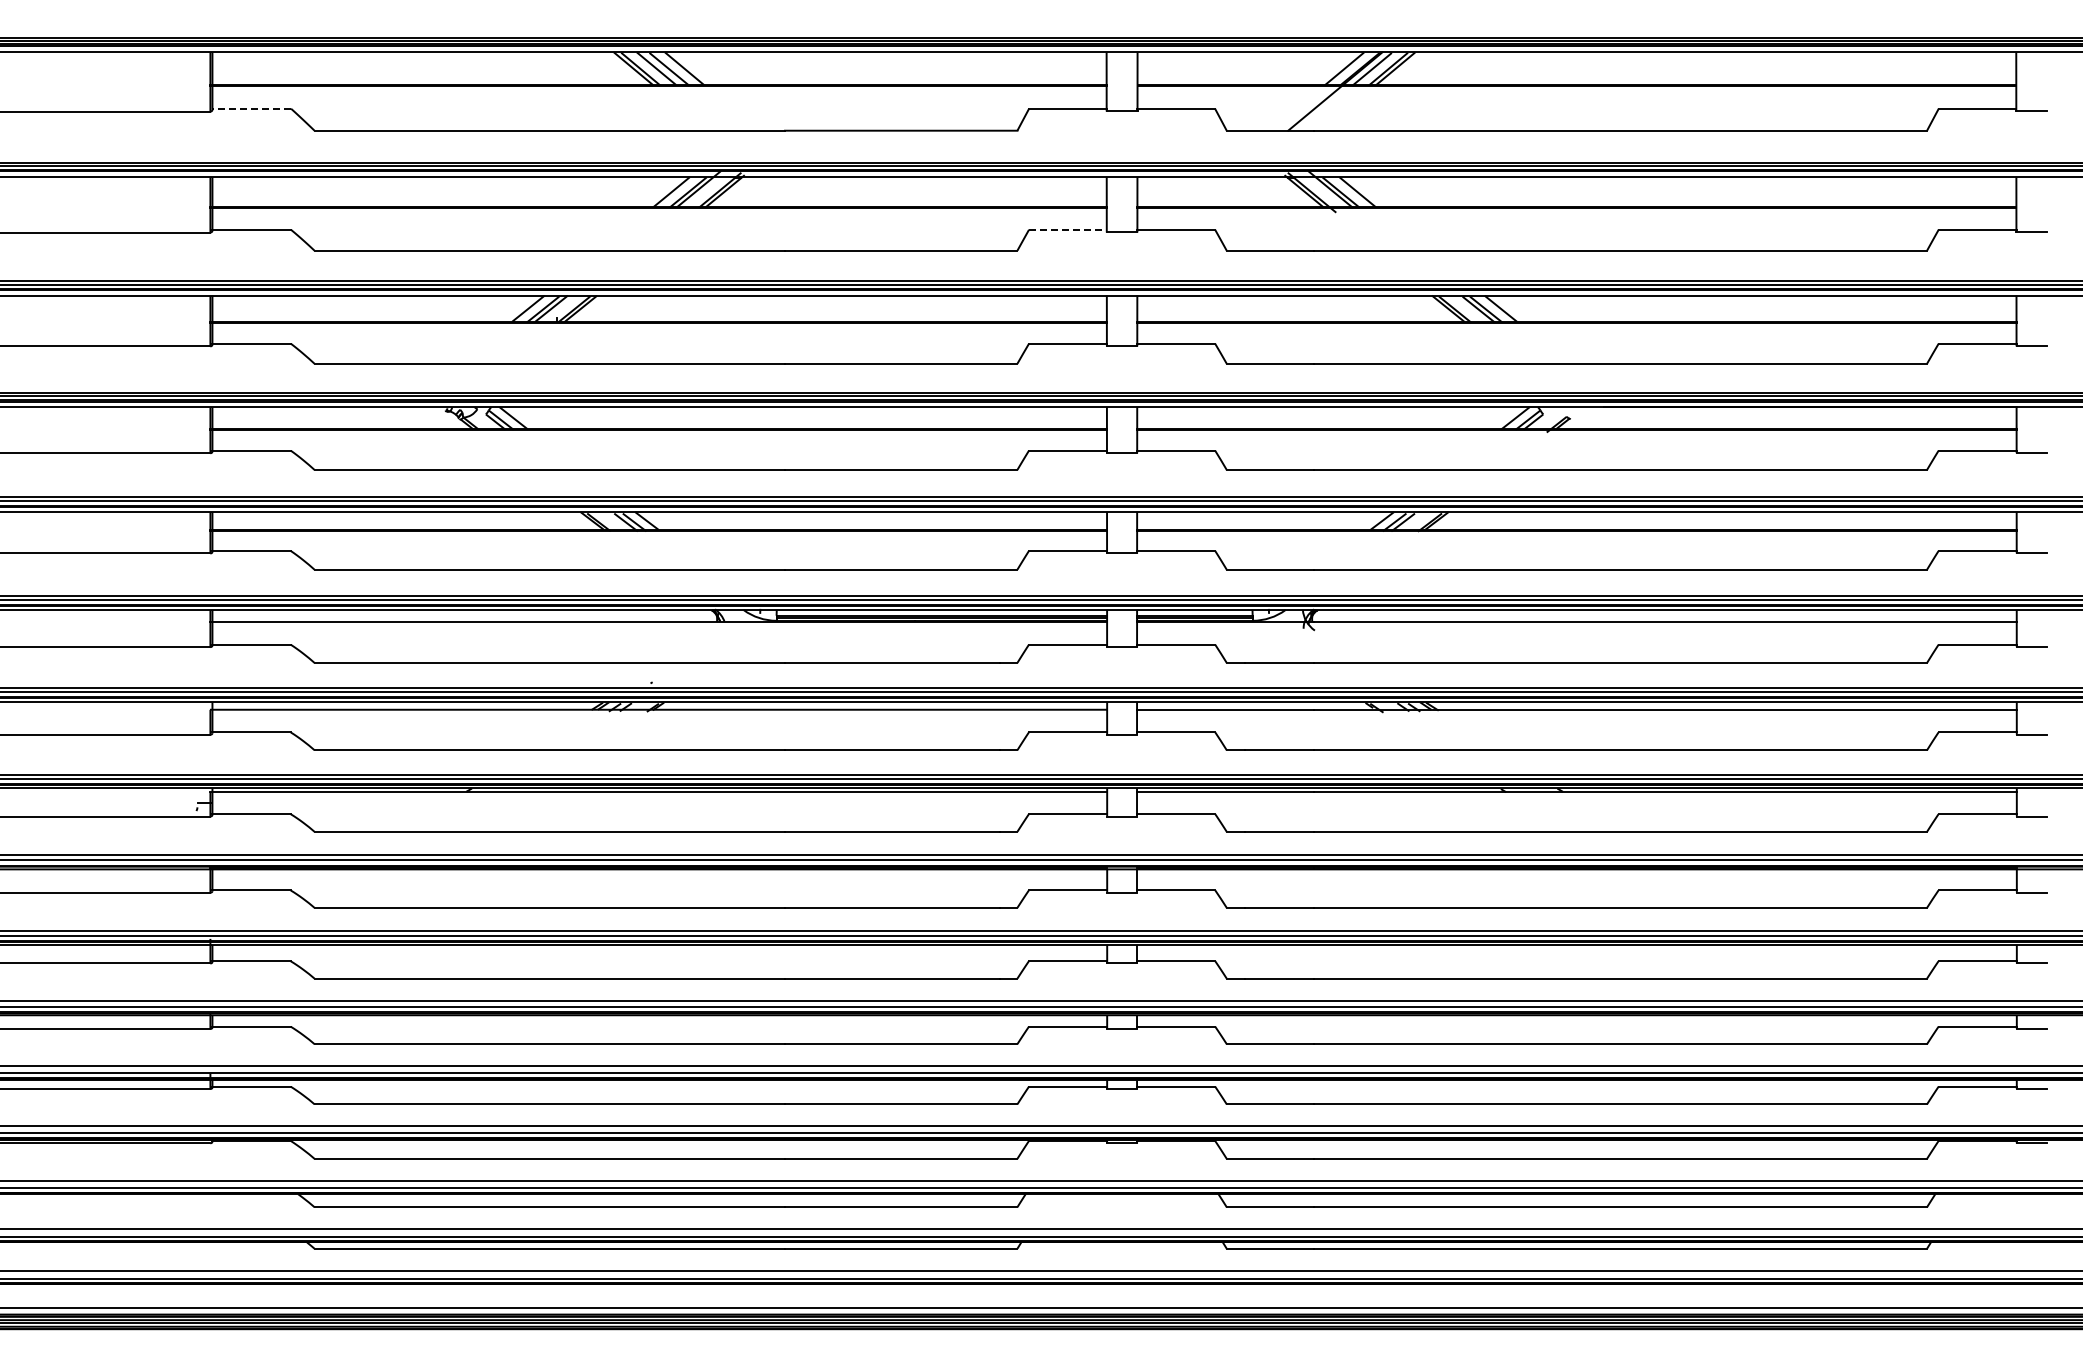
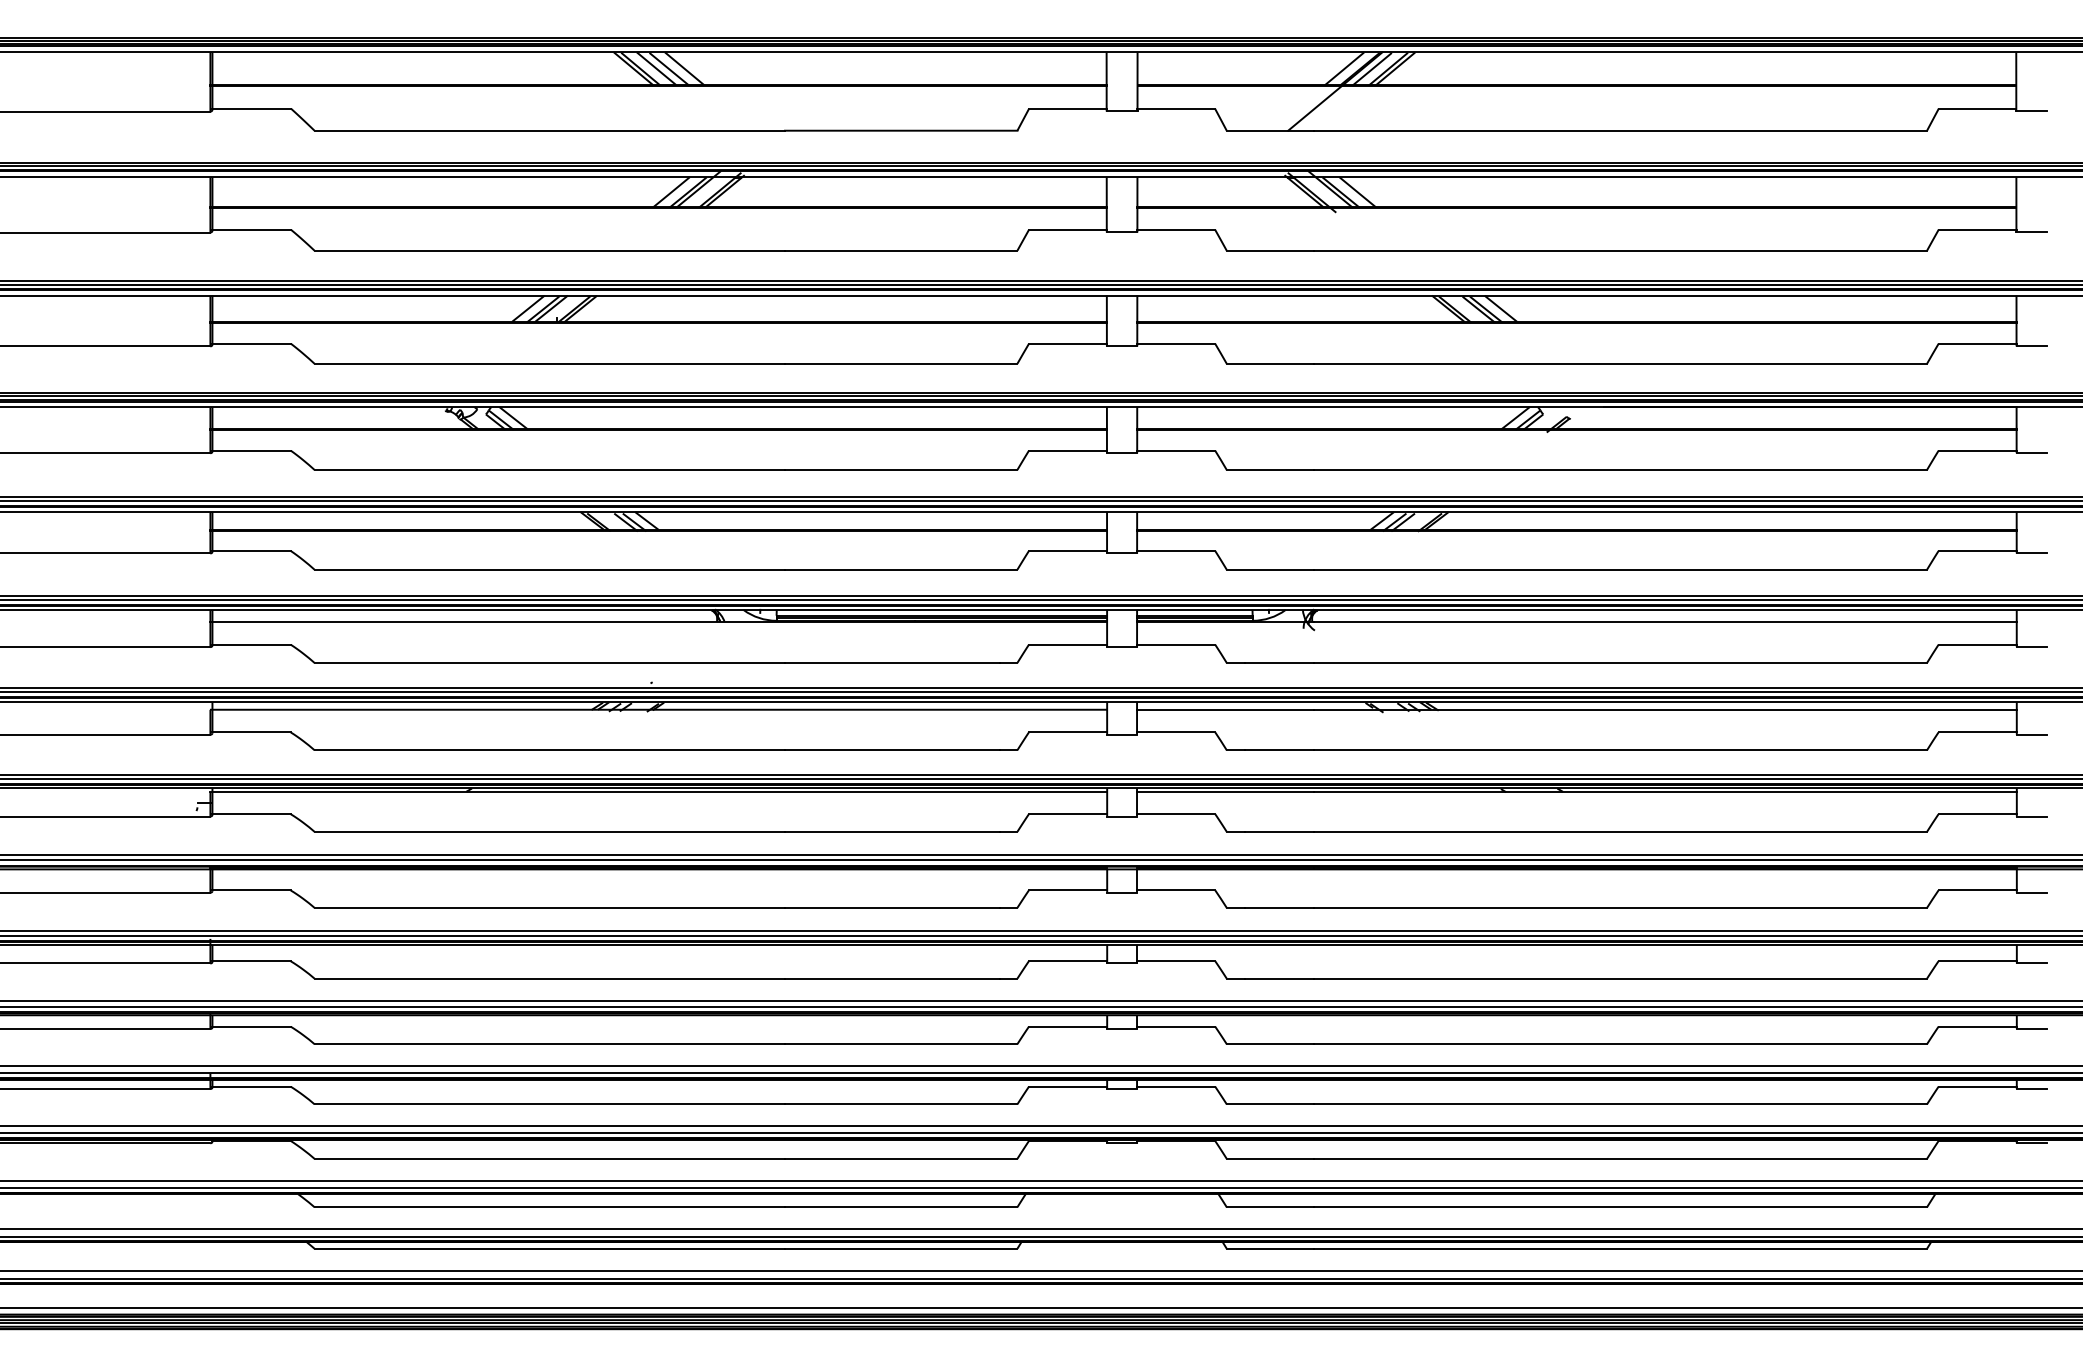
line at (251, 108): dashed -> solid
line at (1067, 229): dashed -> solid
